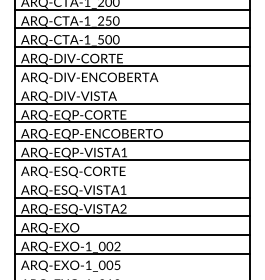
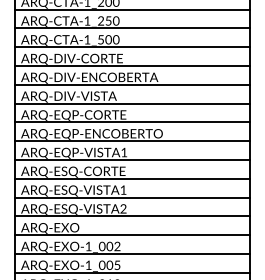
line at (132, 84): none -> present
line at (132, 178): none -> present
line at (132, 272): none -> present
